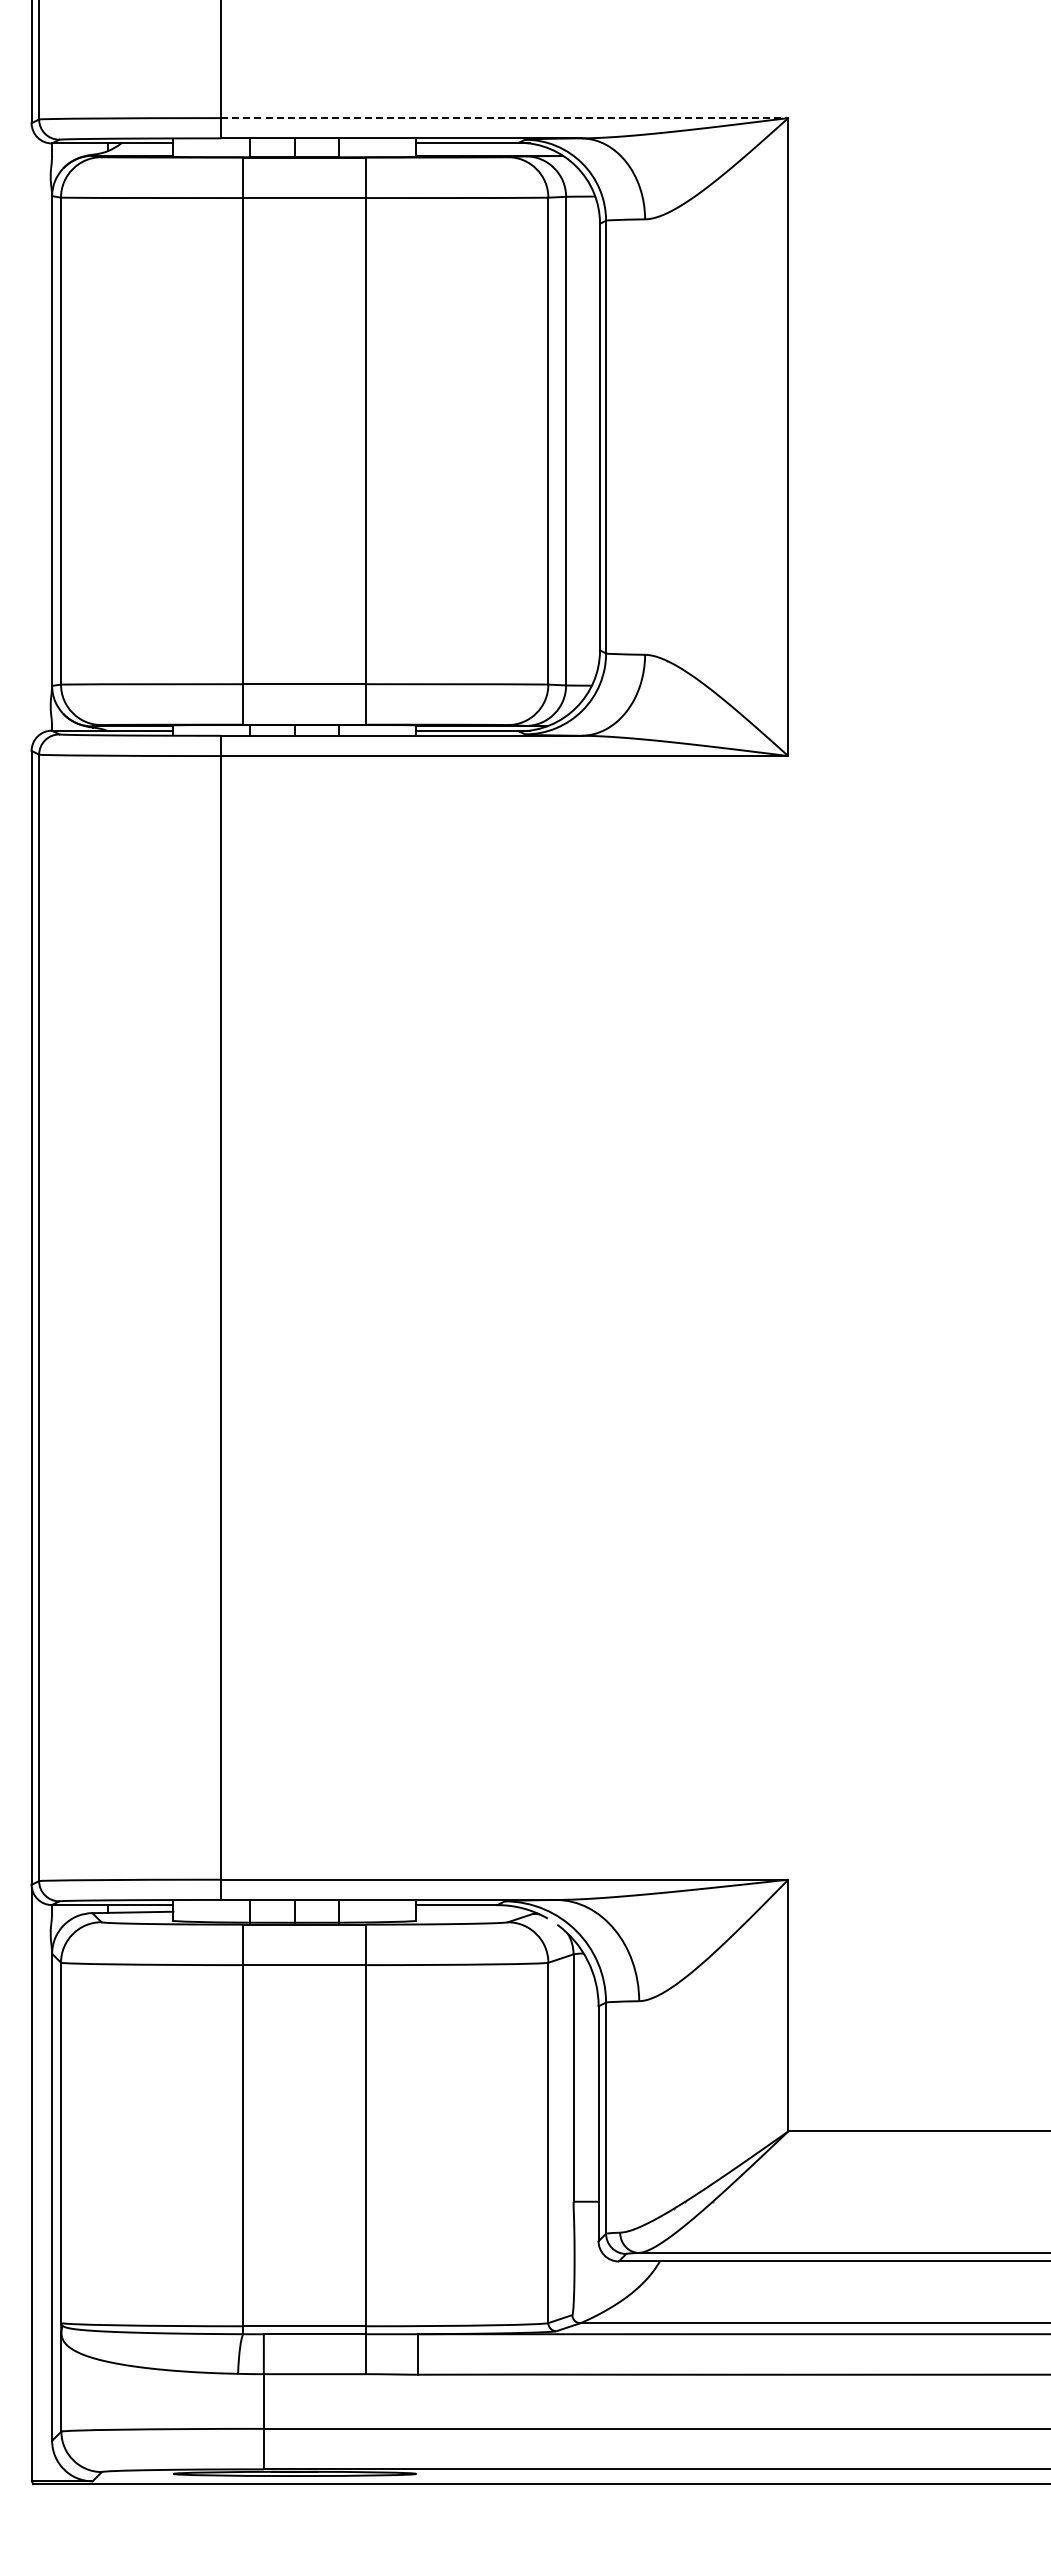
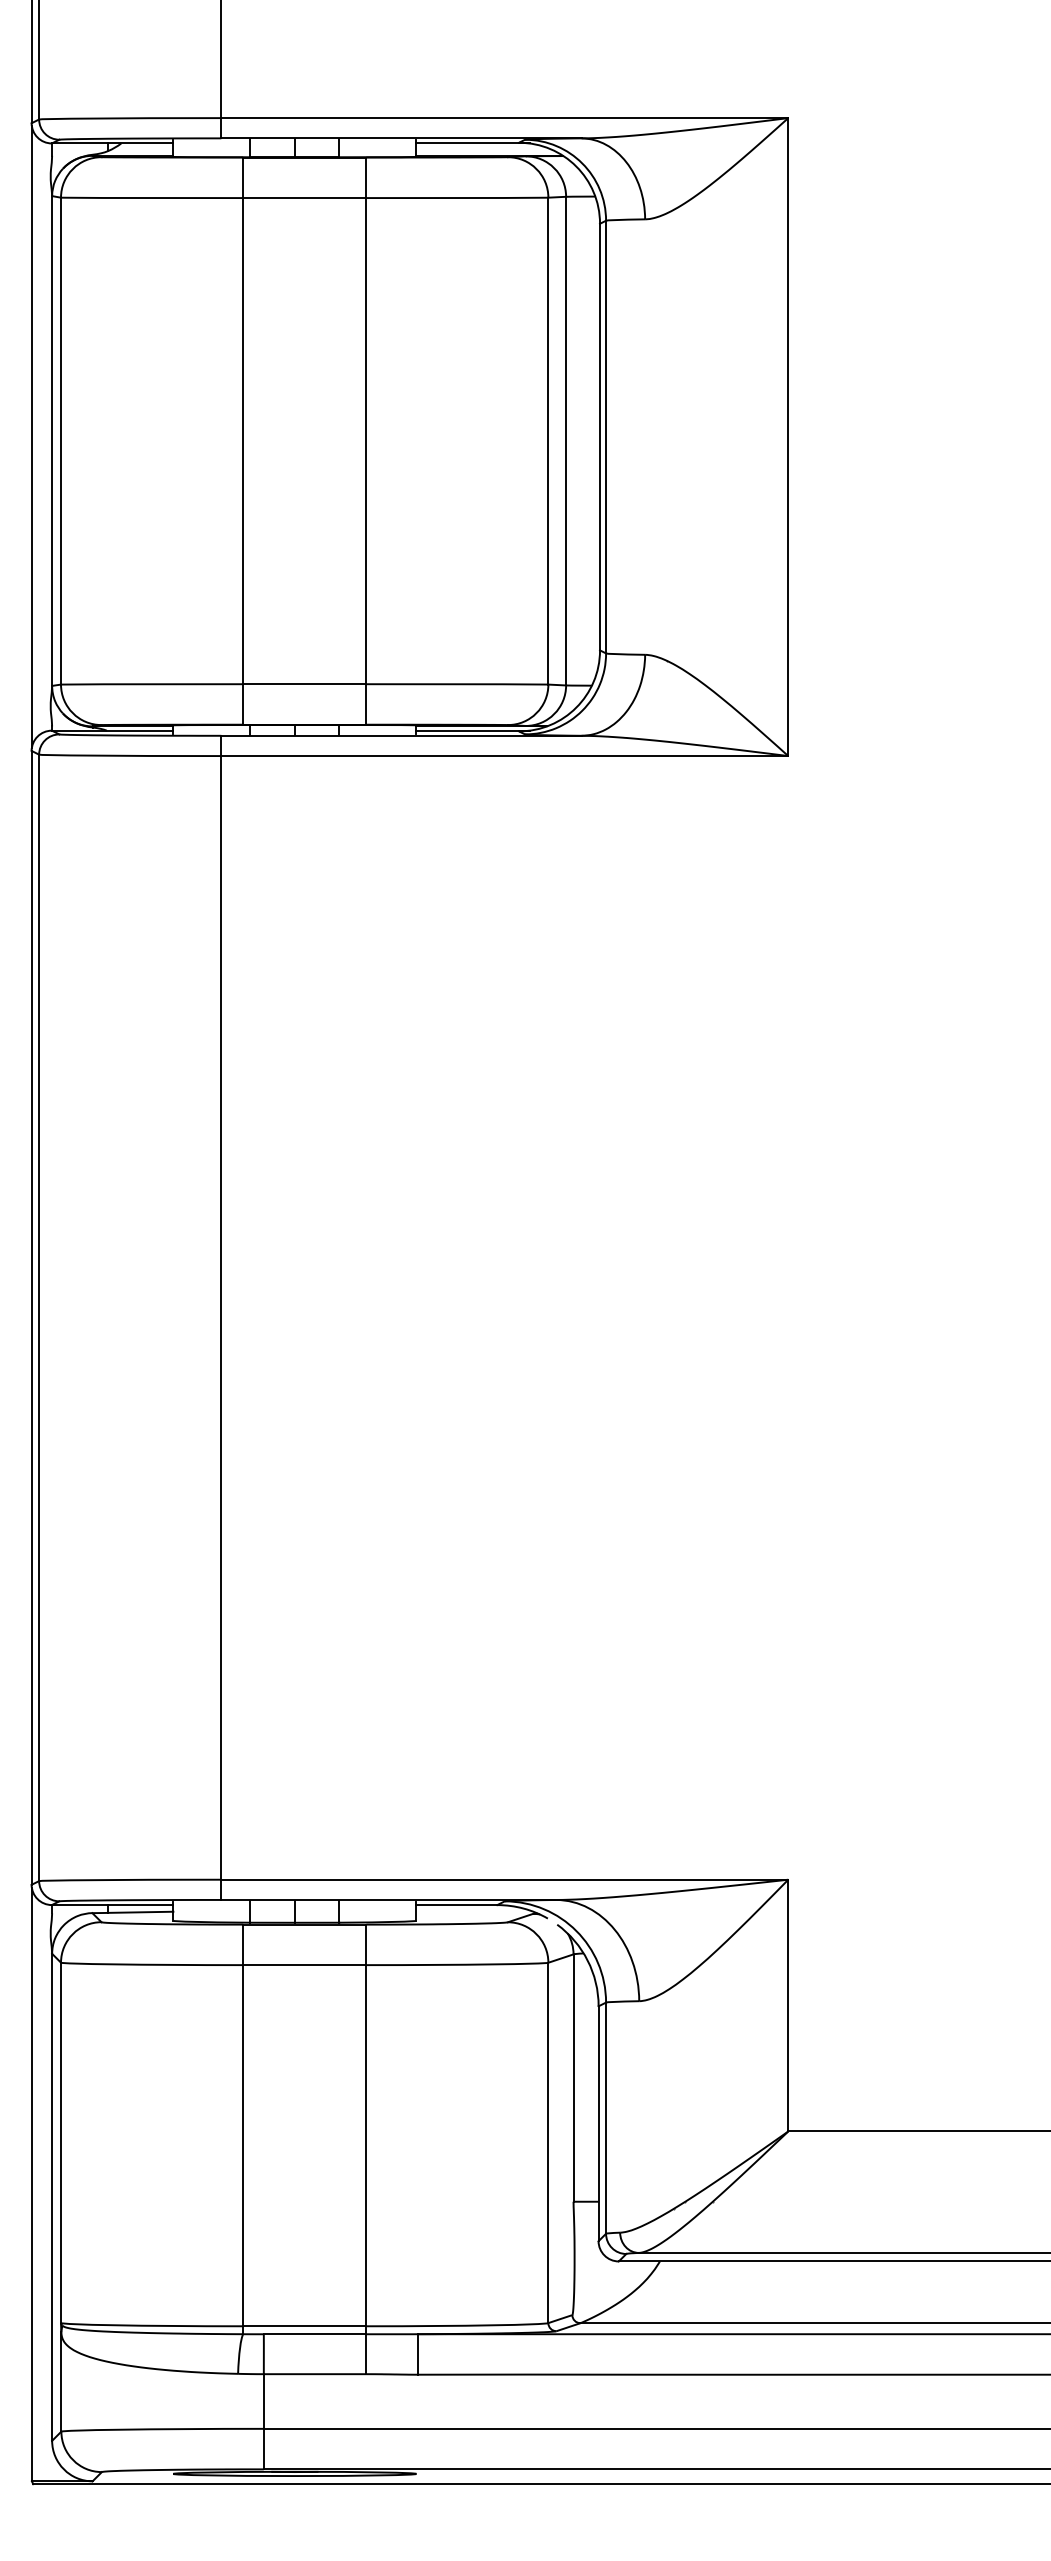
line at (505, 118): dashed -> solid
line at (31, 437): none -> present
